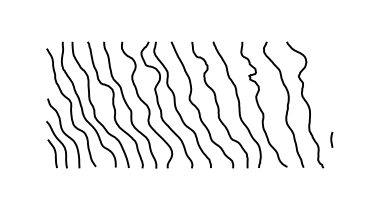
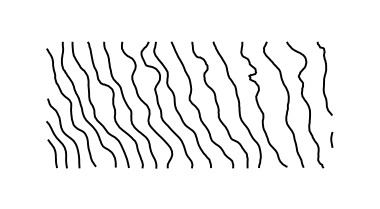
curve at (324, 78): none -> present
